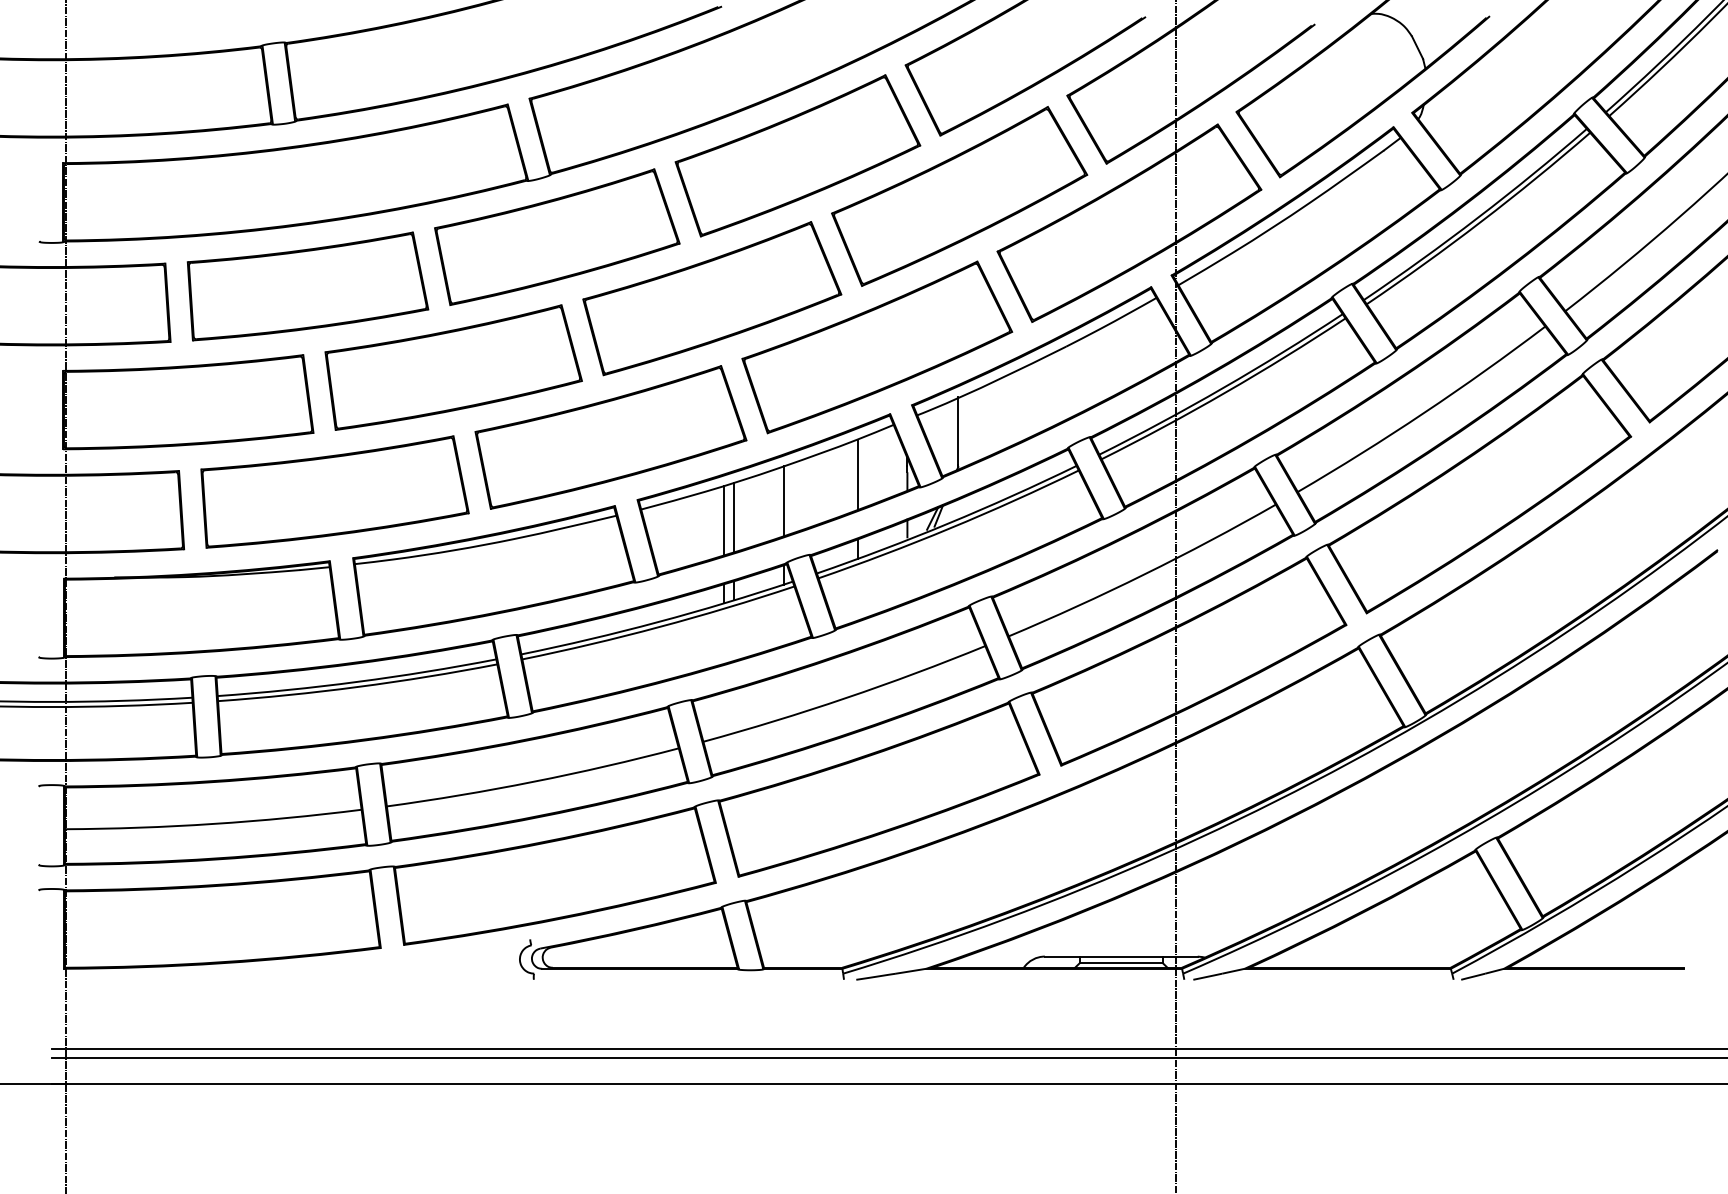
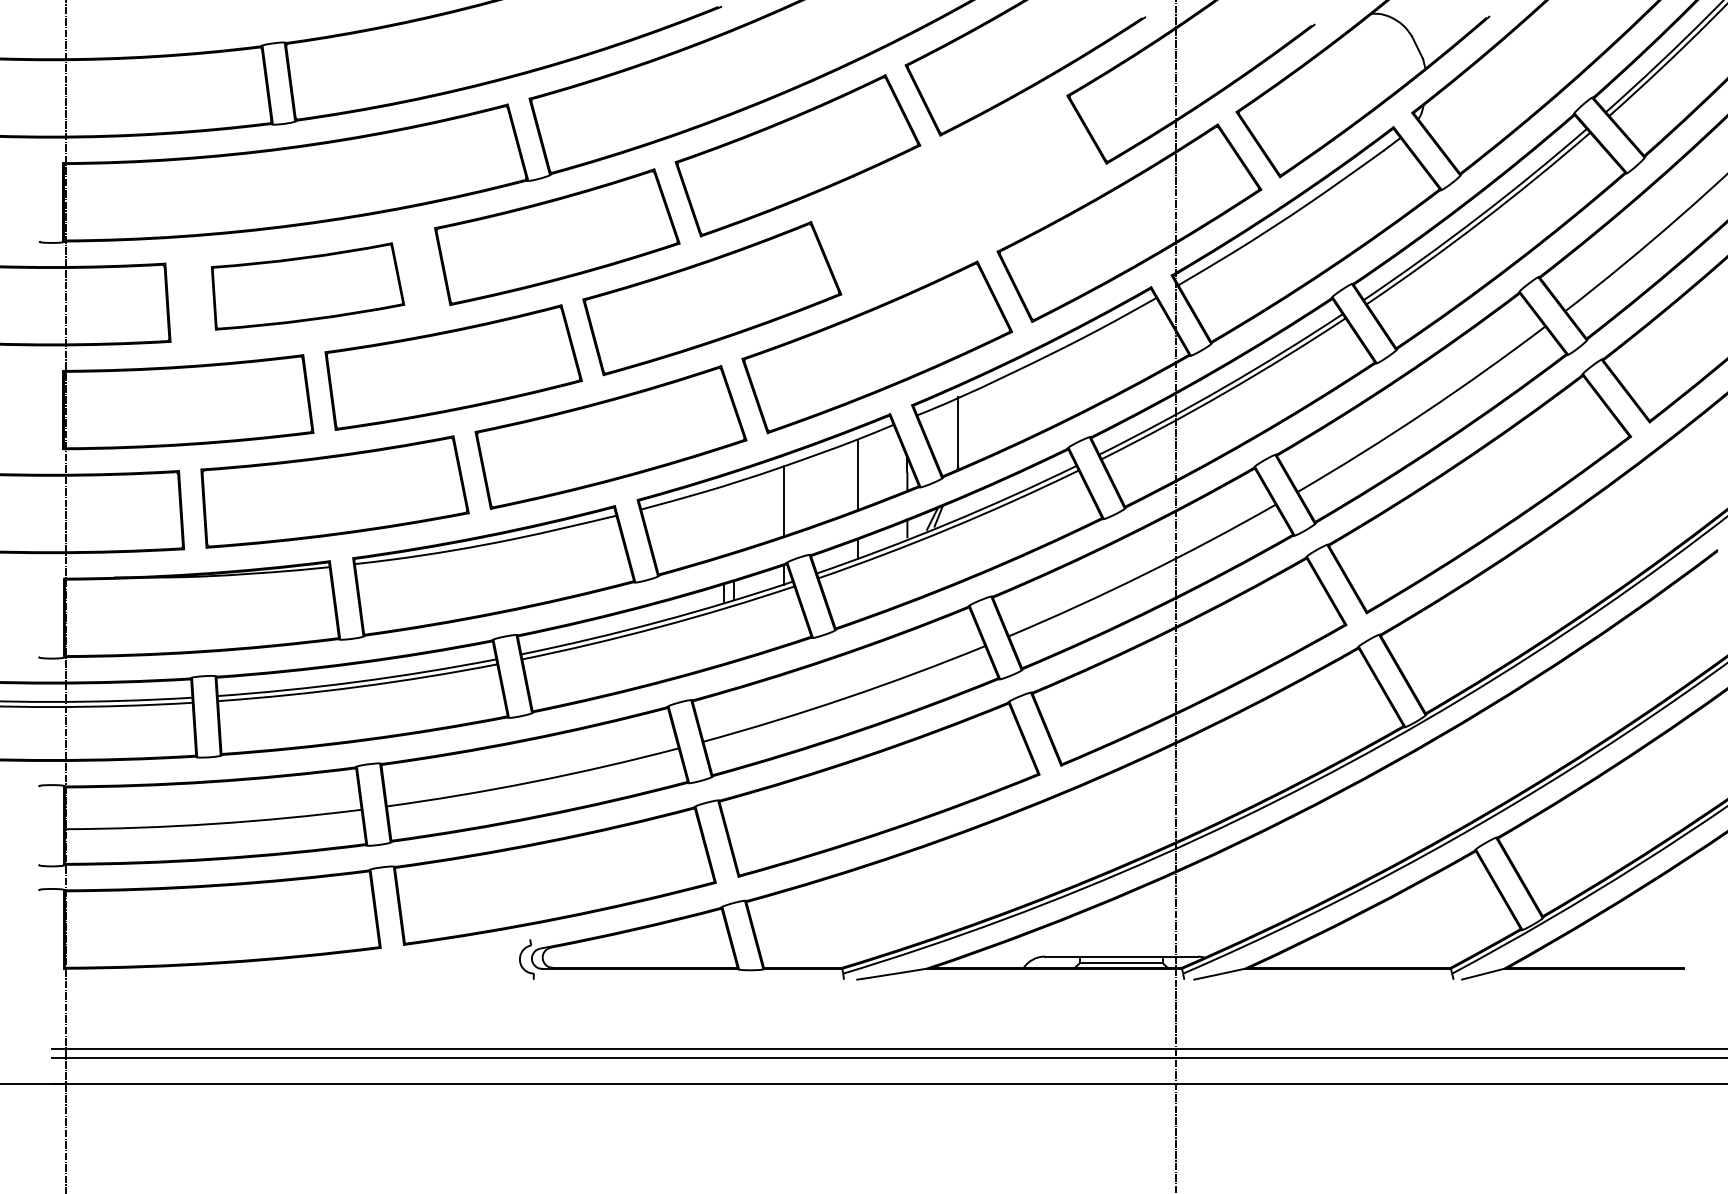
part at (959, 196): present -> none
part at (307, 286) size: 244x111 px -> 195x89 px
line at (734, 517): present -> none
line at (724, 520): present -> none
